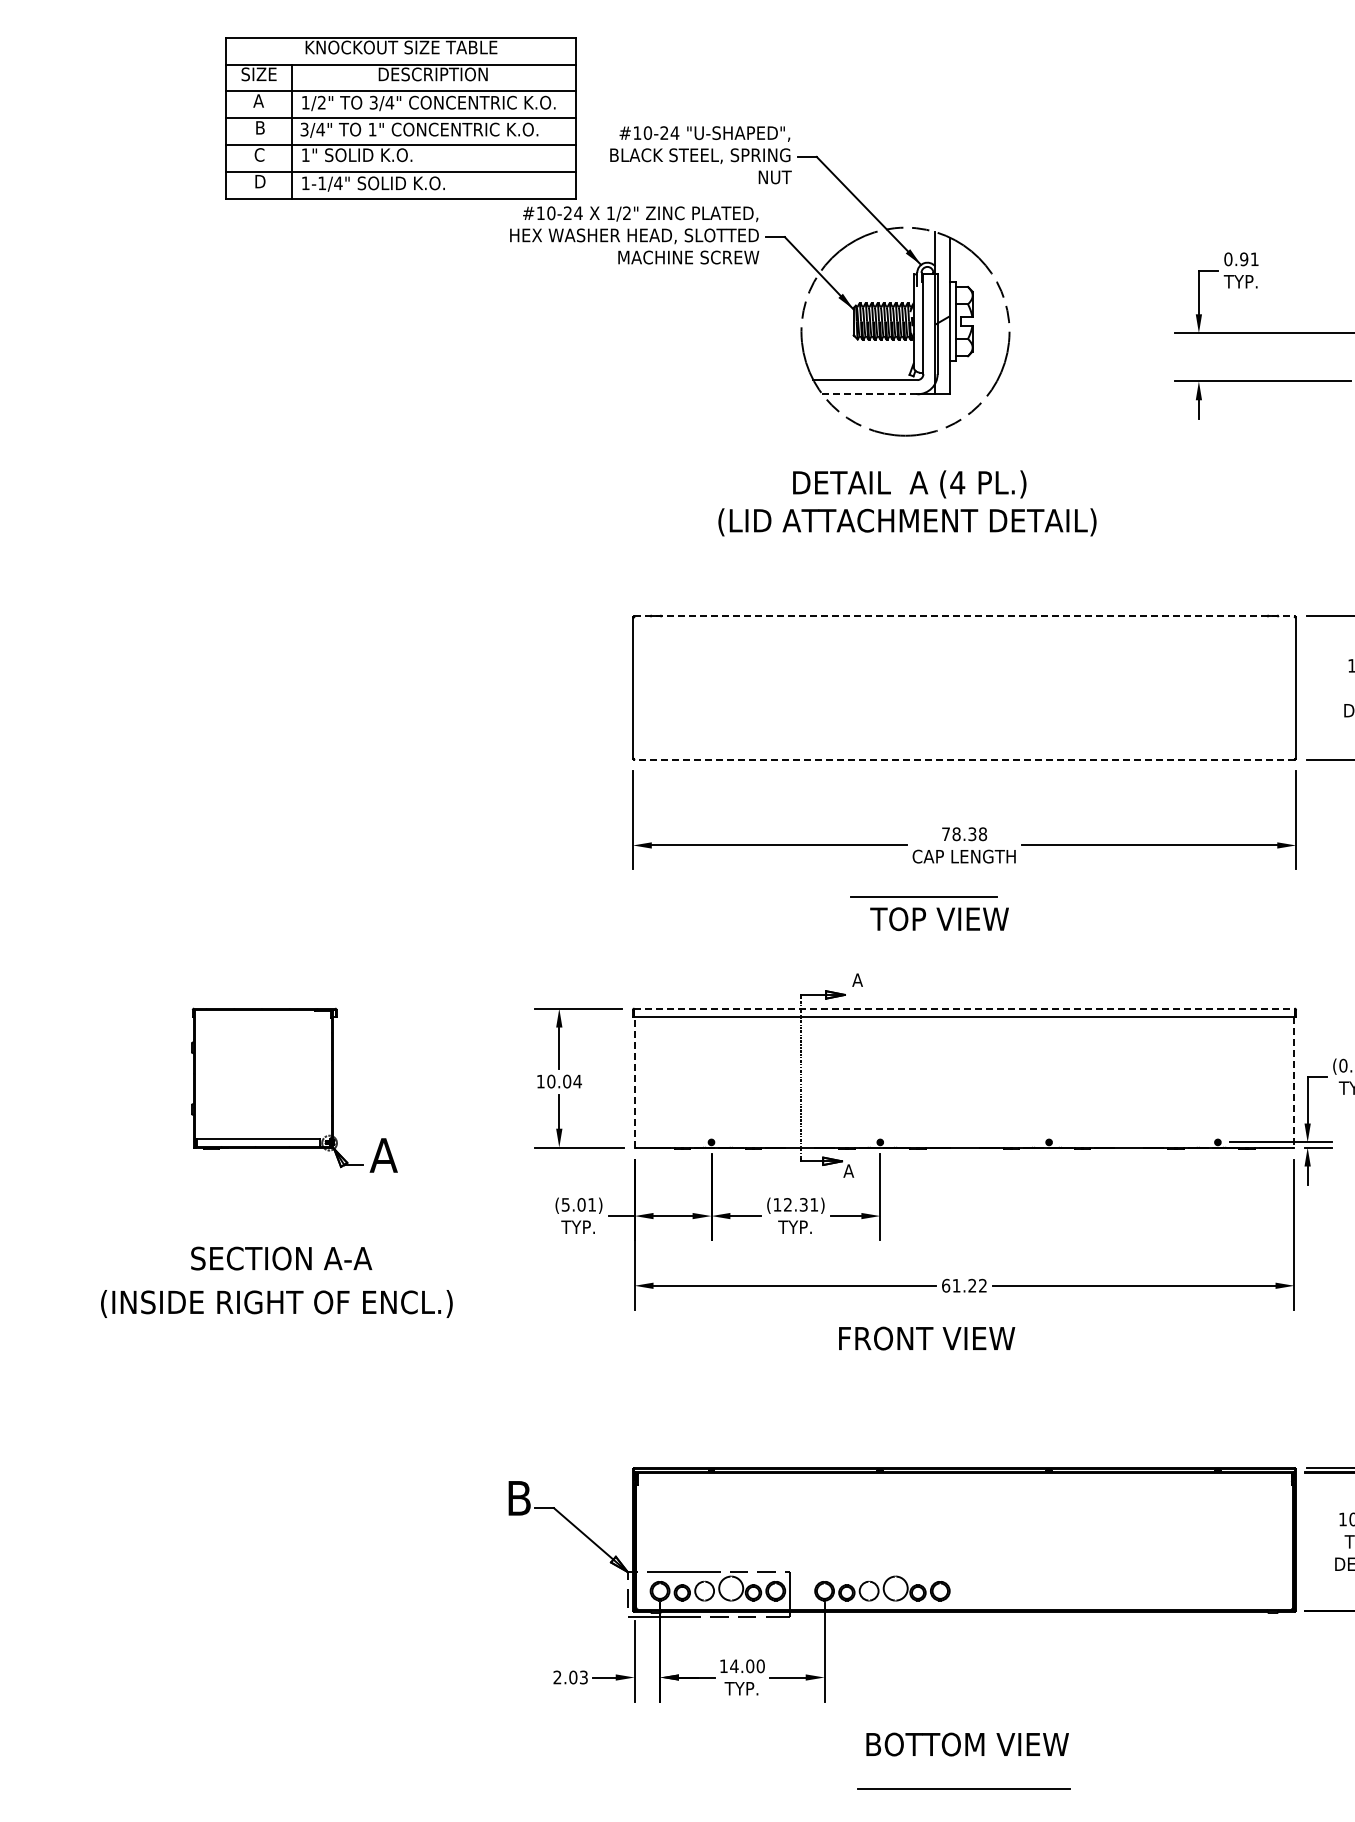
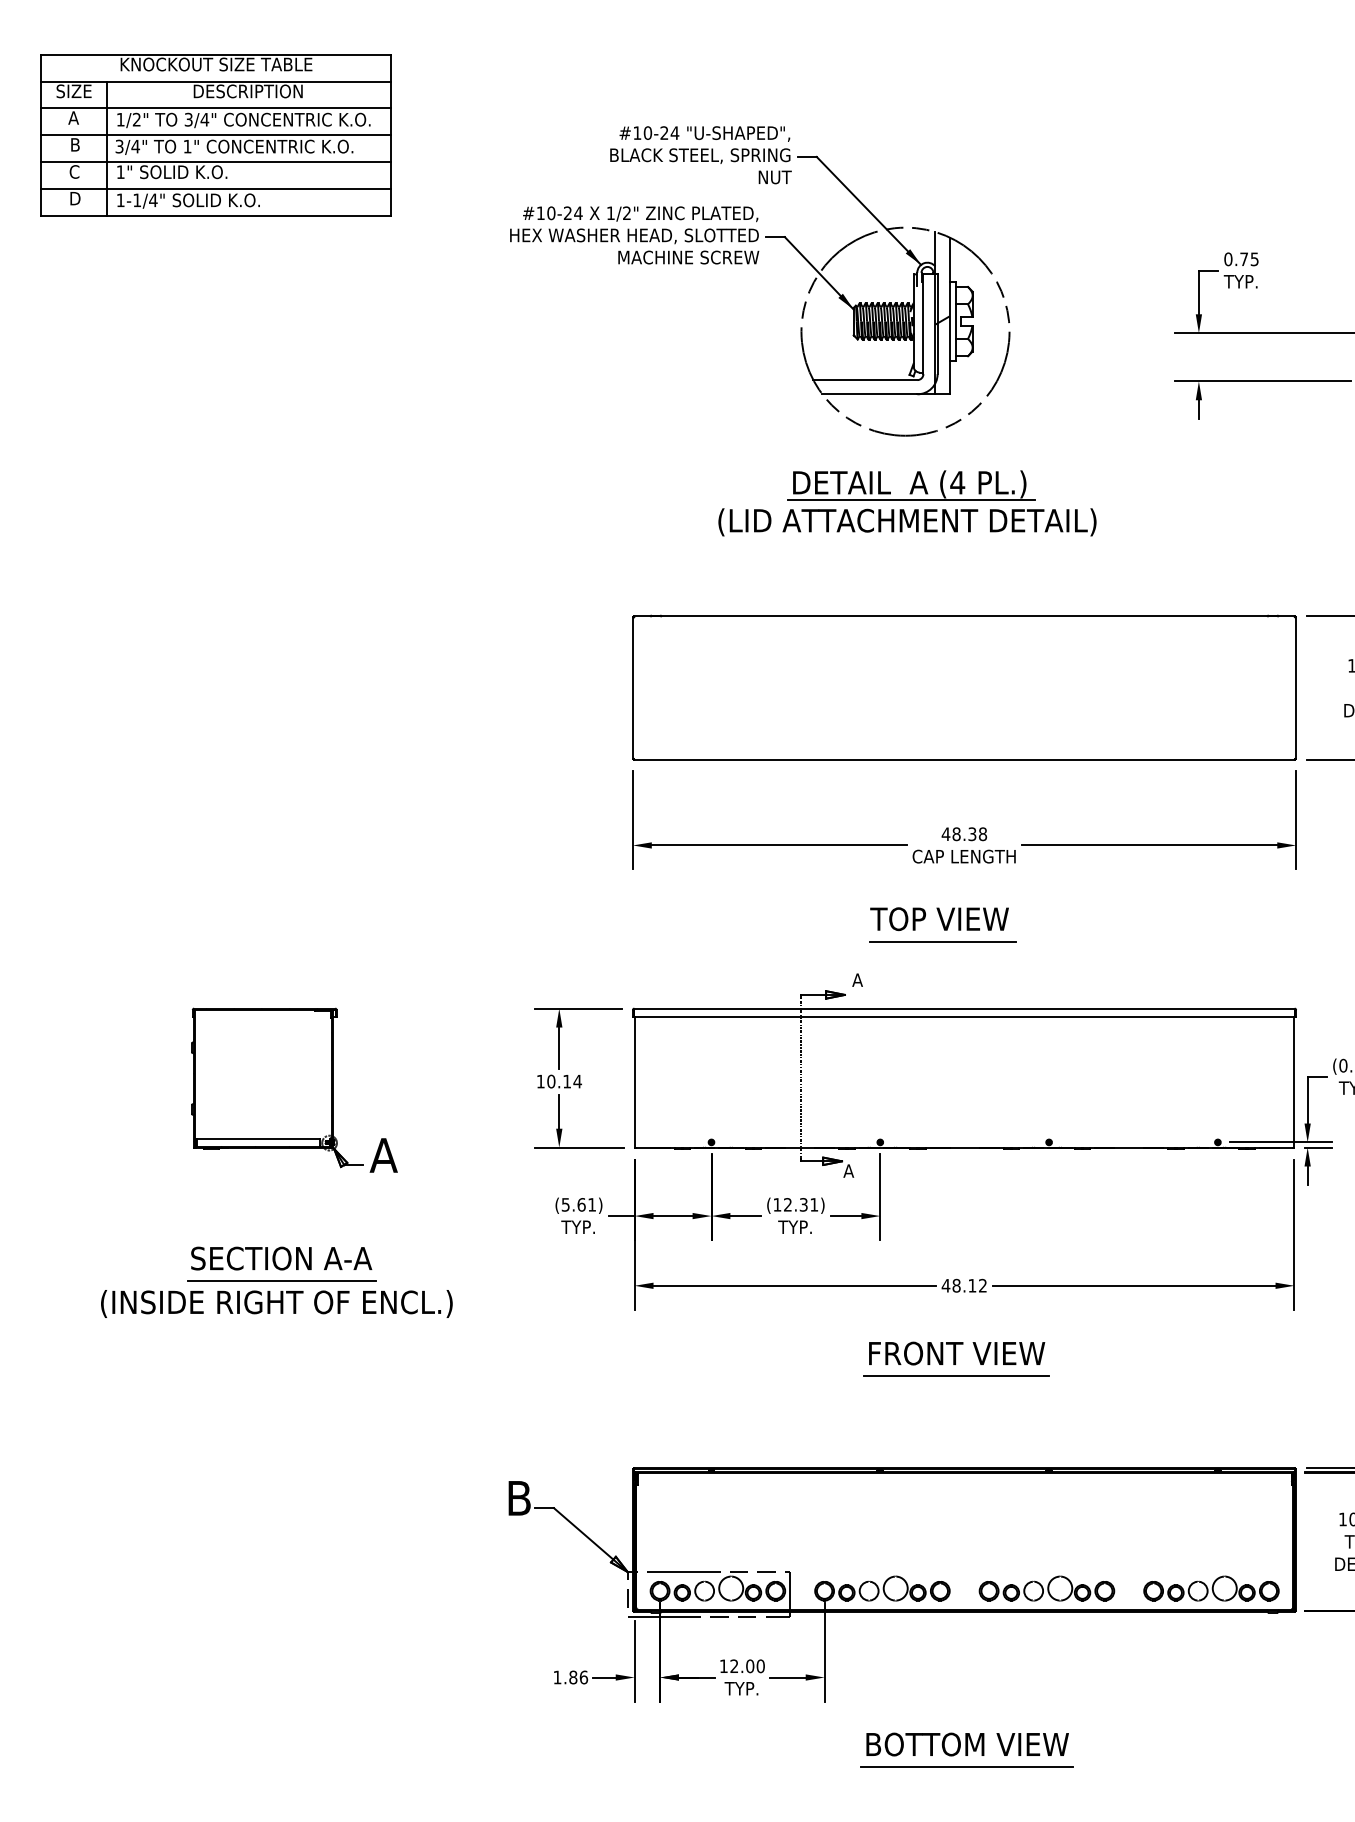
part at (400, 118) position: (400, 118) -> (215, 135)
text at (1249, 259): 0.91 -> 0.75
line at (869, 394): dashed -> solid
line at (911, 499): none -> present
line at (965, 616): dashed -> solid
line at (964, 760): dashed -> solid
text at (945, 833): 78.38 -> 48.38
line at (923, 896) position: (923, 896) -> (942, 941)
line at (965, 1008): dashed -> solid
text at (567, 1081): 10.04 -> 10.14
line at (634, 1081): dashed -> solid
line at (1294, 1082): dashed -> solid
text at (581, 1204): (5.01) -> (5.61)
line at (281, 1280): none -> present
text at (958, 1285): 61.22 -> 48.12
text at (927, 1338) position: (927, 1338) -> (957, 1353)
line at (956, 1376): none -> present
part at (1046, 1588): none -> present
part at (1211, 1588): none -> present
text at (734, 1665): 14.00 -> 12.00
text at (570, 1677): 2.03 -> 1.86
line at (963, 1788) position: (963, 1788) -> (966, 1766)
